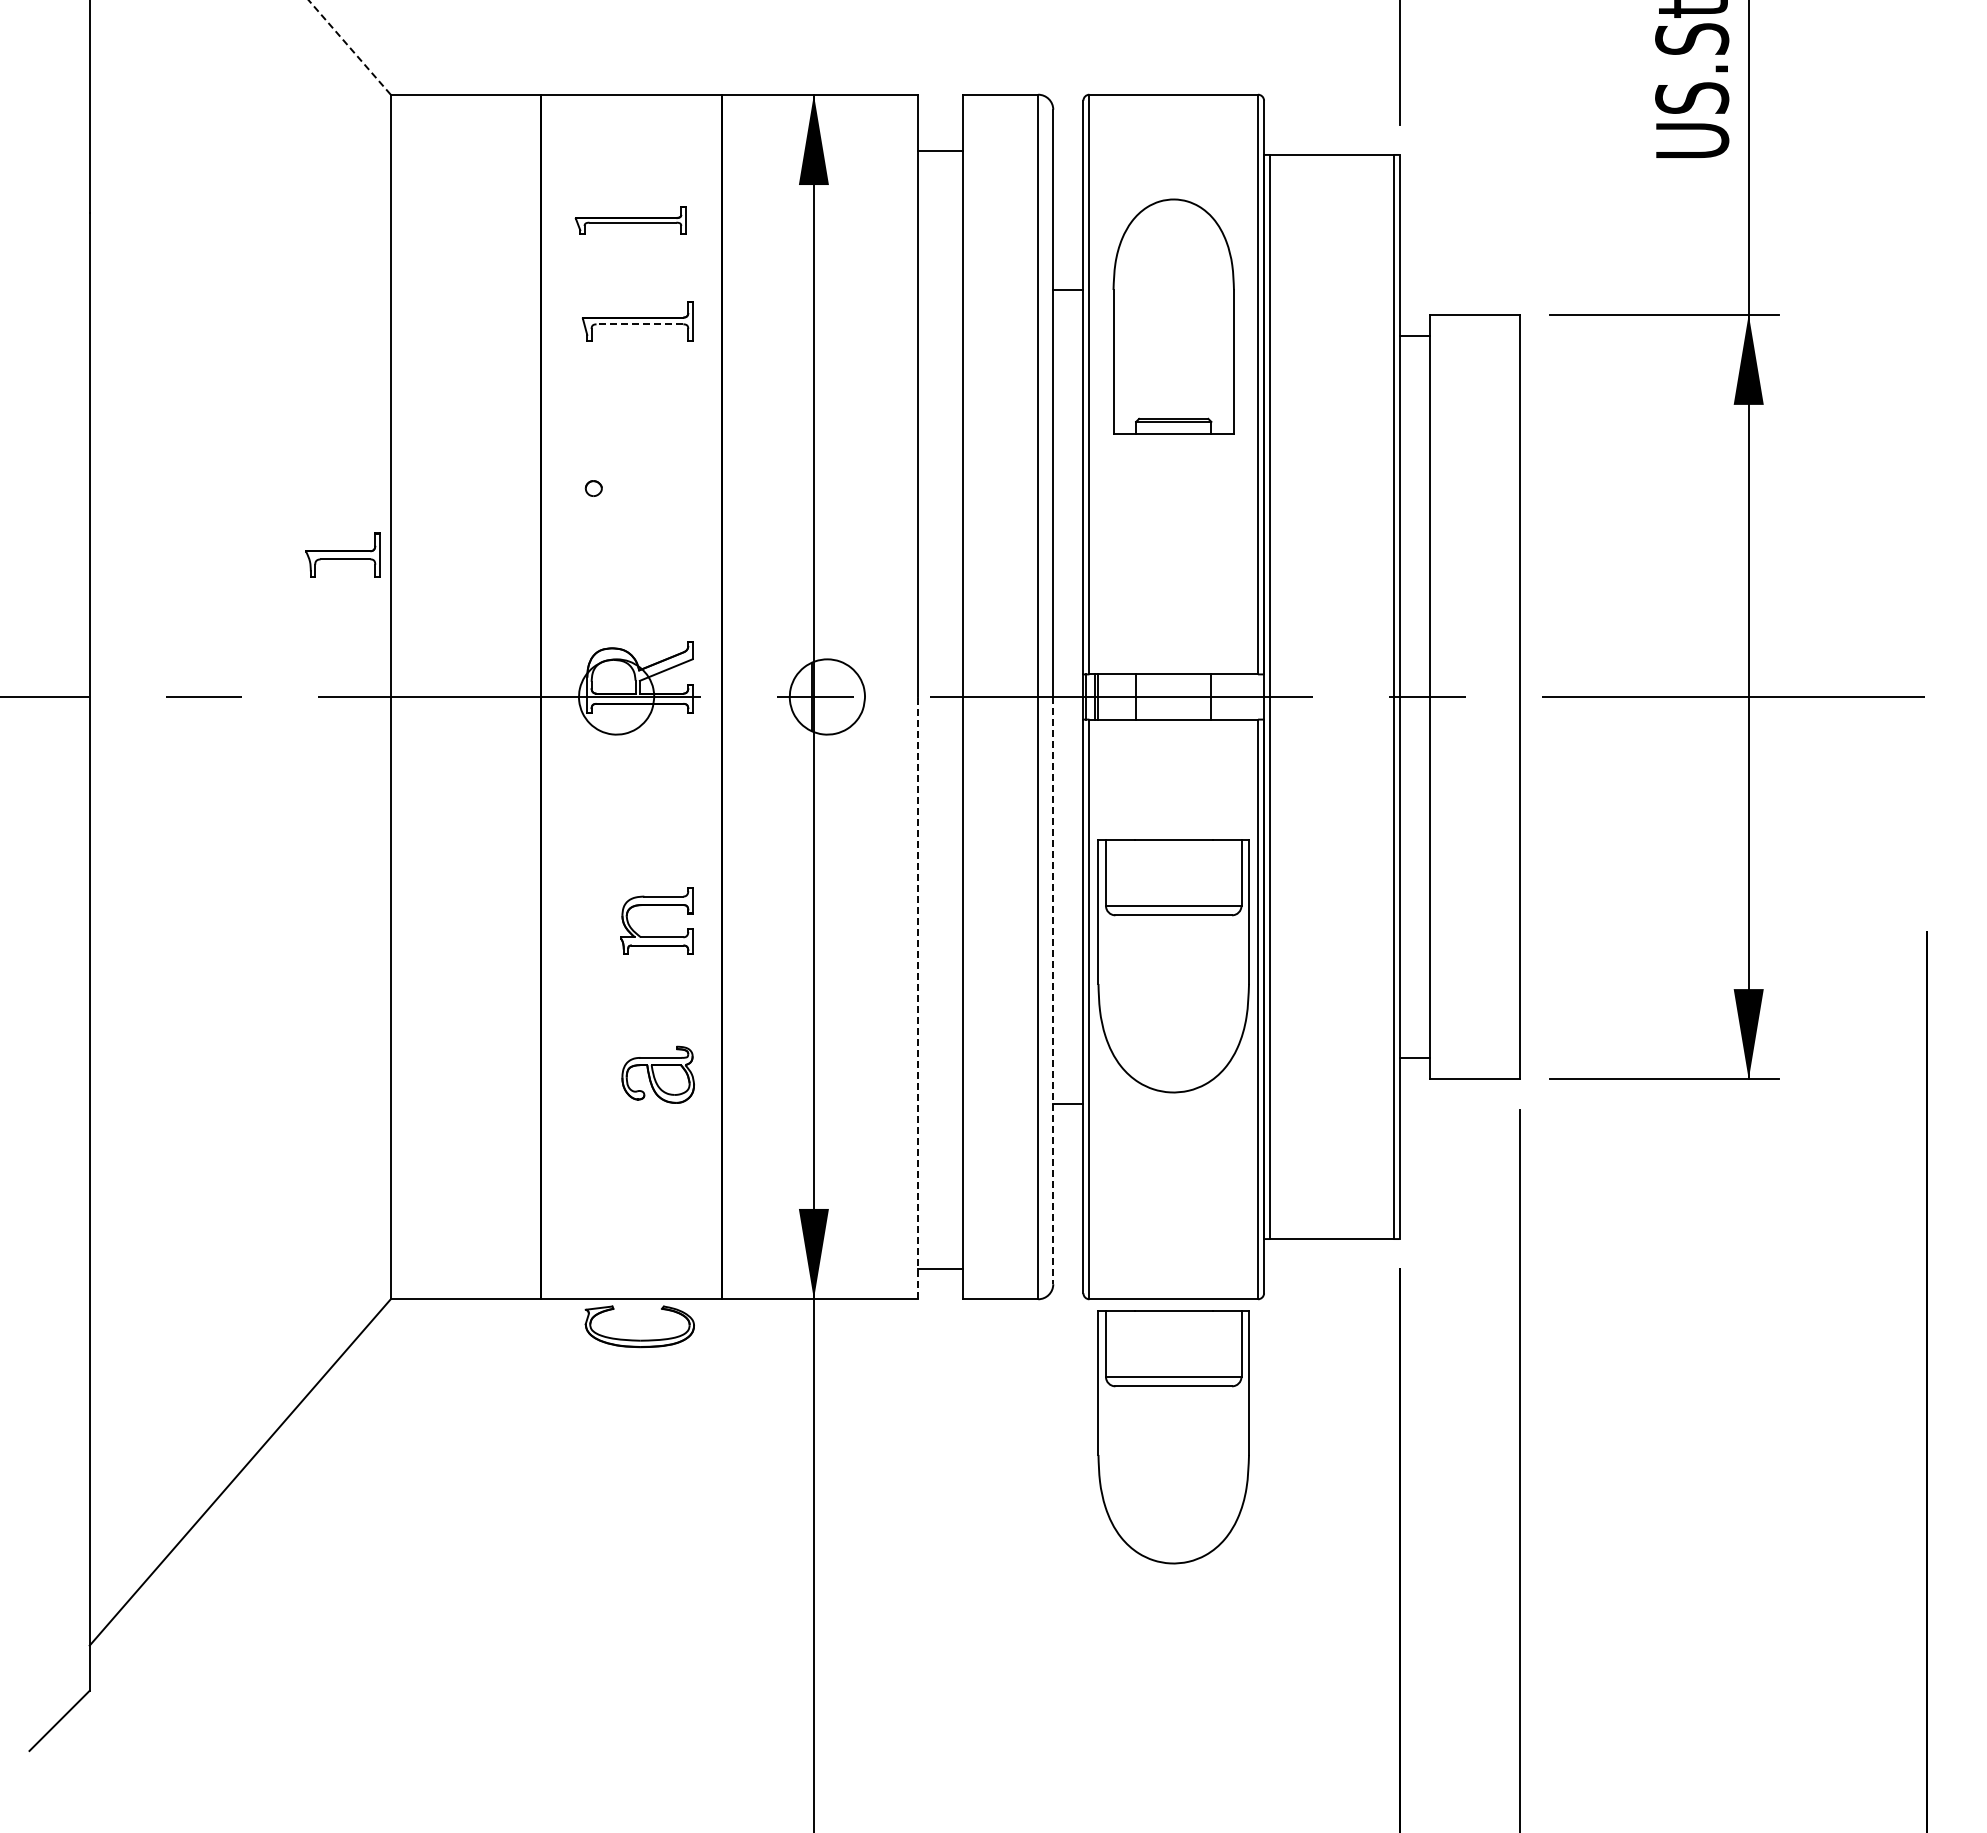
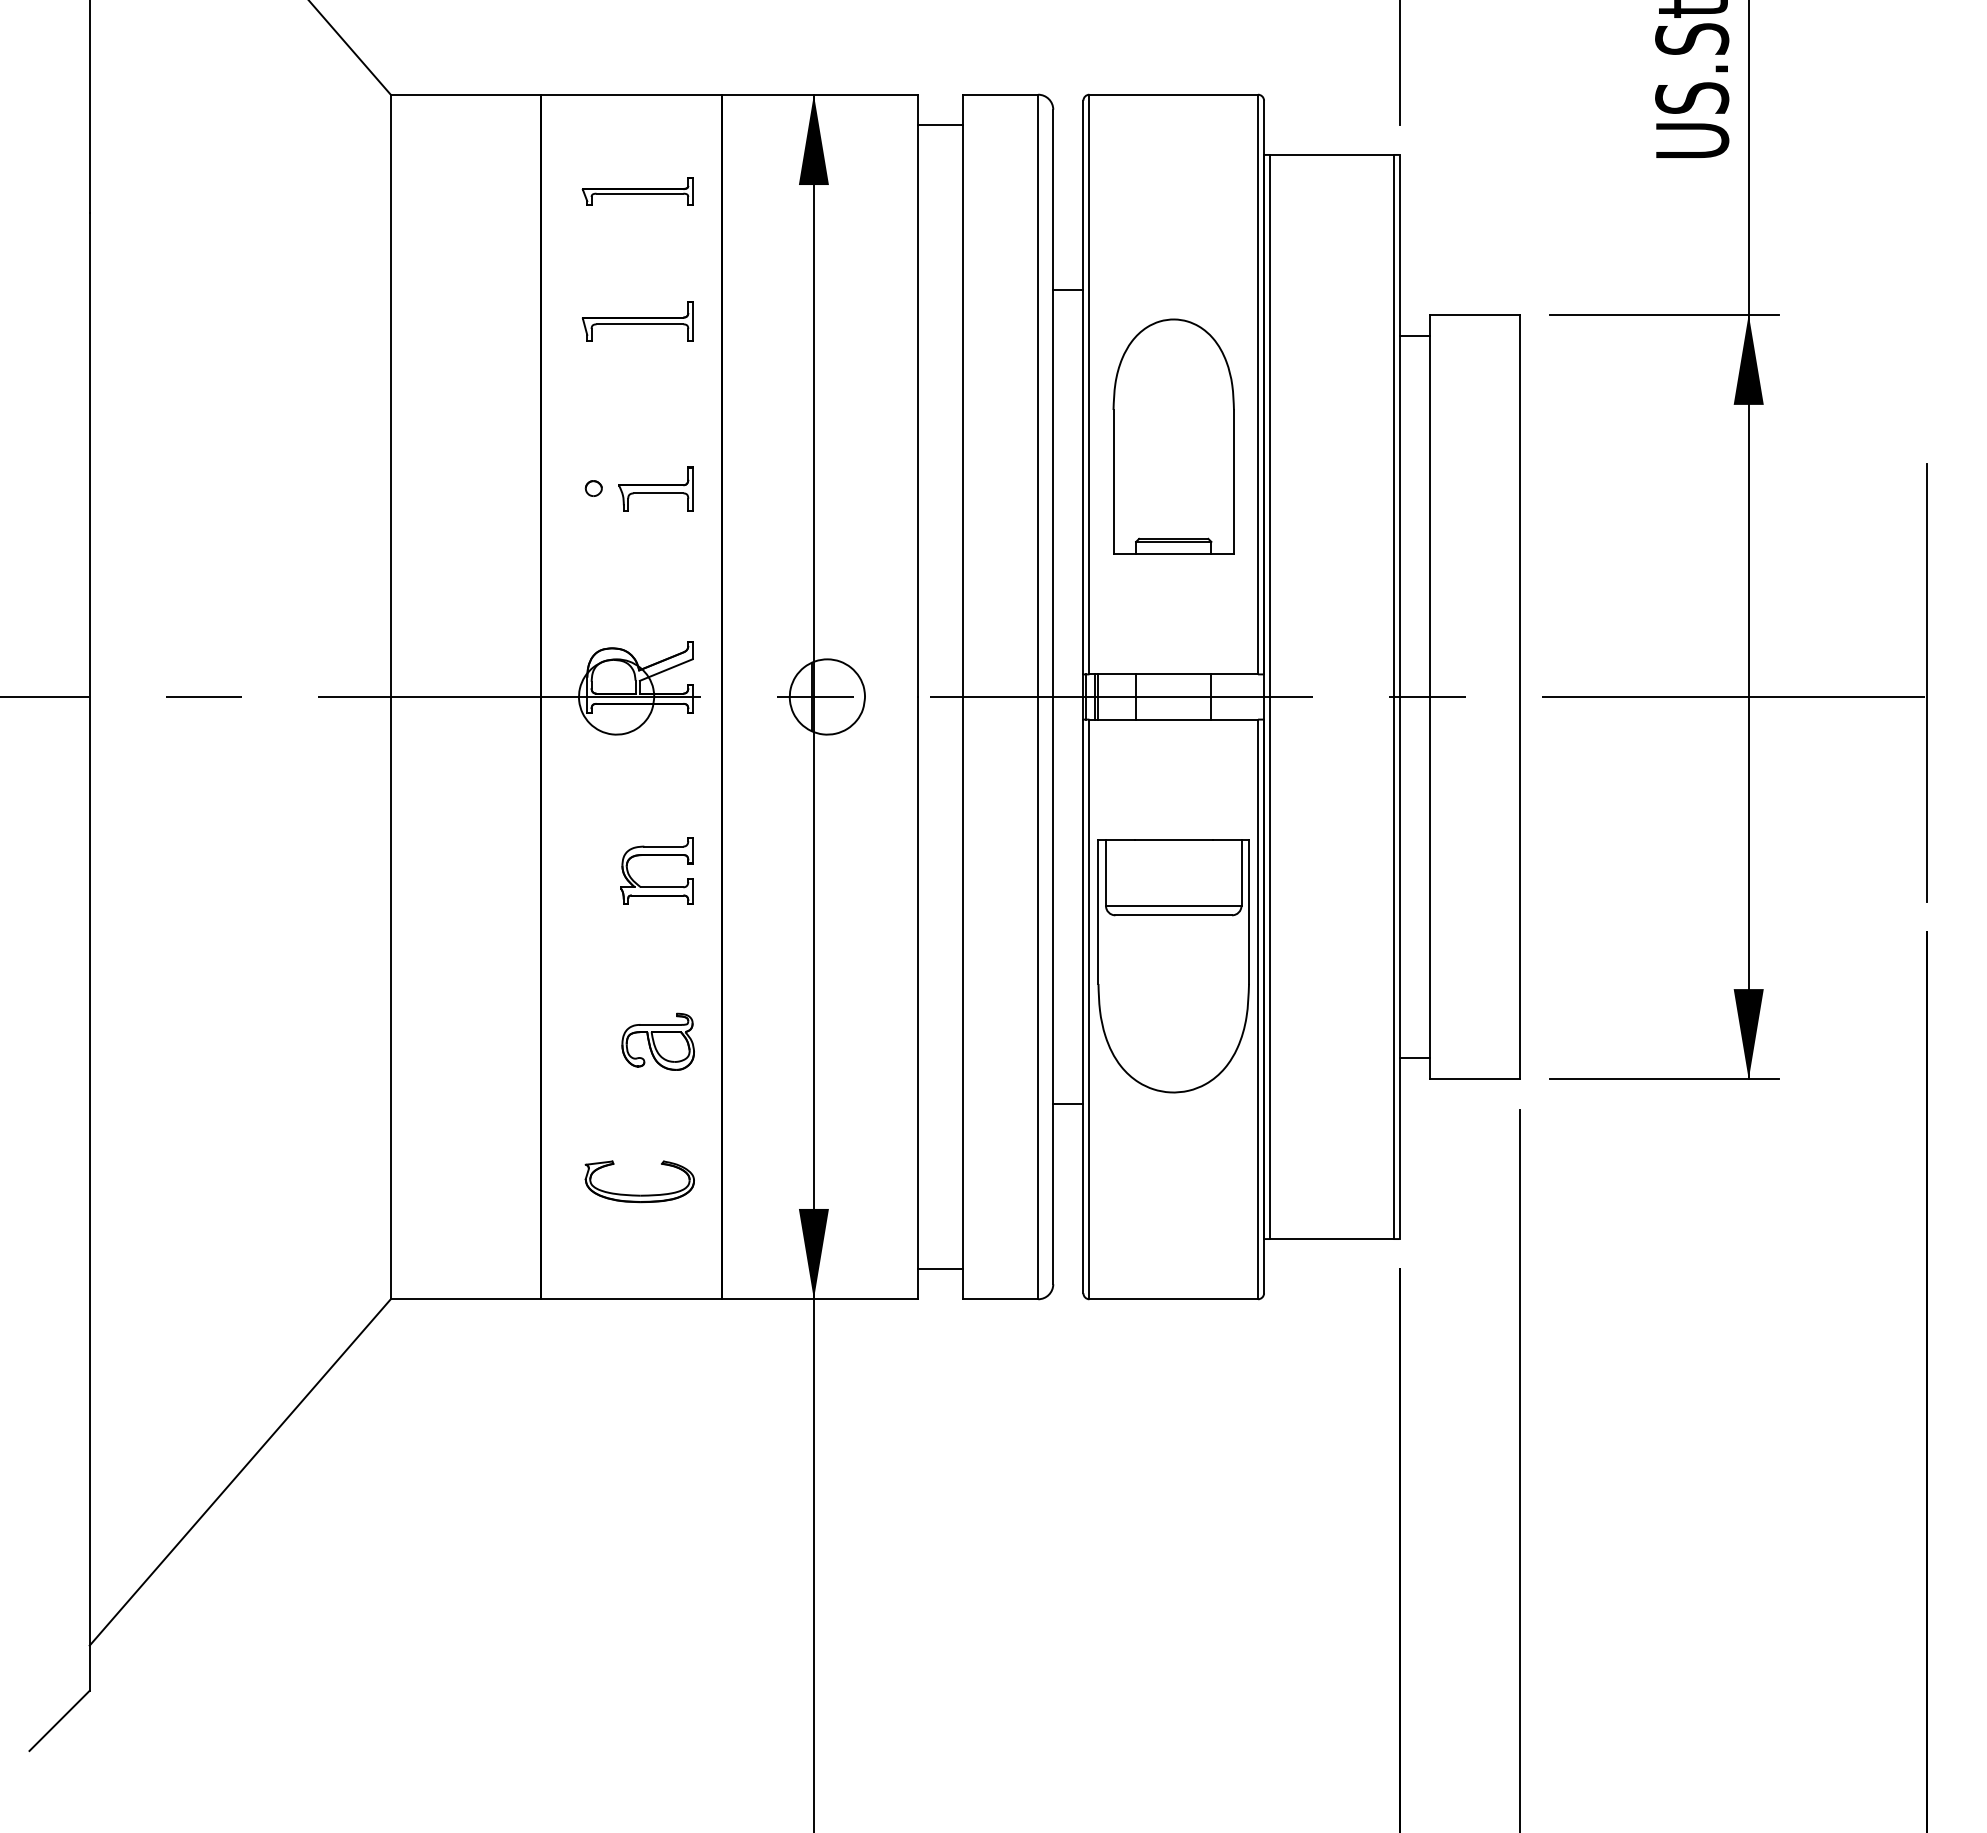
line at (349, 47): dashed -> solid
line at (939, 150) position: (939, 150) -> (939, 124)
part at (630, 220) position: (630, 220) -> (637, 191)
part at (1173, 316) position: (1173, 316) -> (1173, 436)
line at (639, 324): dashed -> solid
part at (342, 554) position: (342, 554) -> (655, 488)
line at (1927, 682): none -> present
part at (656, 905) position: (656, 905) -> (656, 855)
line at (1053, 990): dashed -> solid
line at (917, 997): dashed -> solid
part at (657, 1074) position: (657, 1074) -> (657, 1041)
part at (639, 1339) position: (639, 1339) -> (639, 1194)
part at (1173, 1437): present -> none
